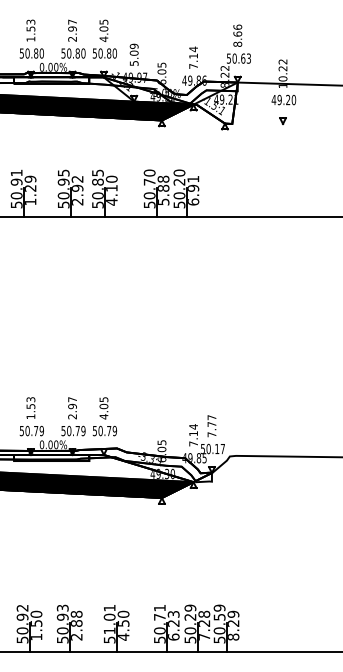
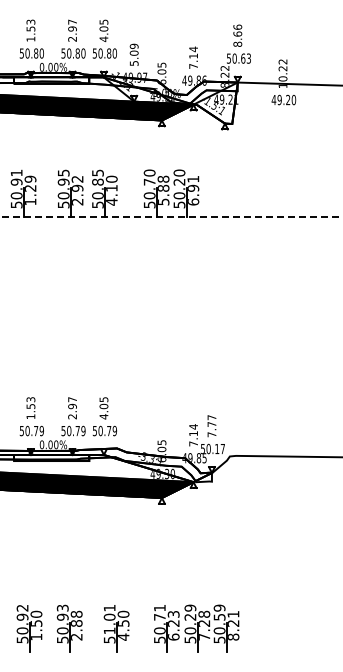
part at (282, 120): present -> none
line at (171, 216): solid -> dashed
text at (233, 613): 8.29 -> 8.21
line at (170, 651): present -> none
